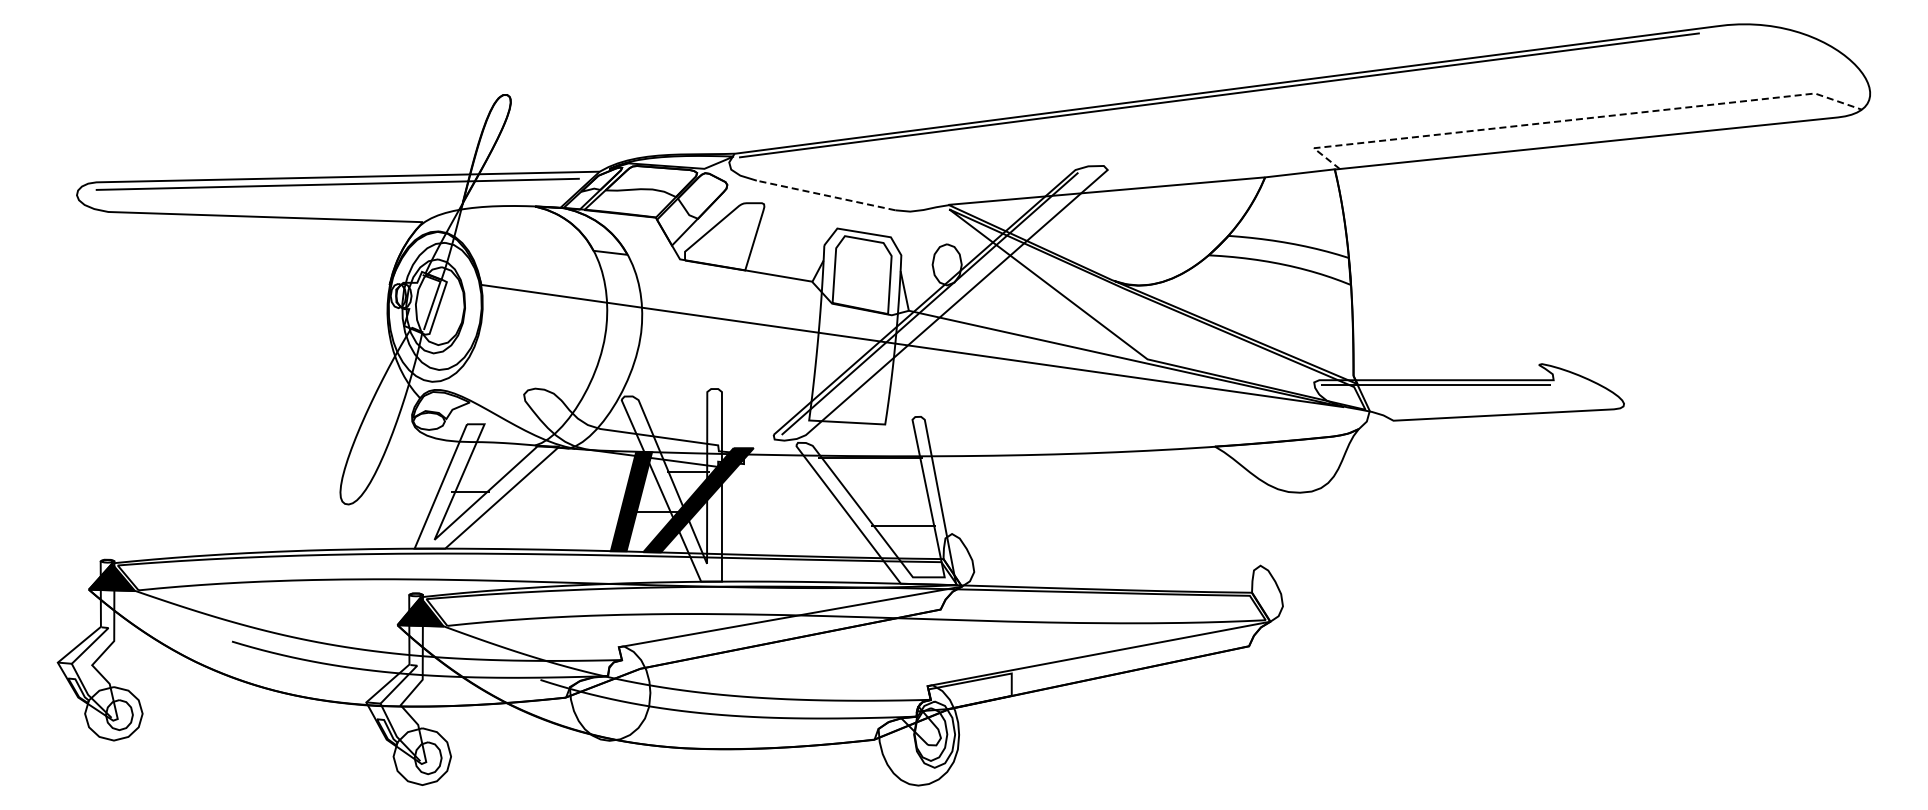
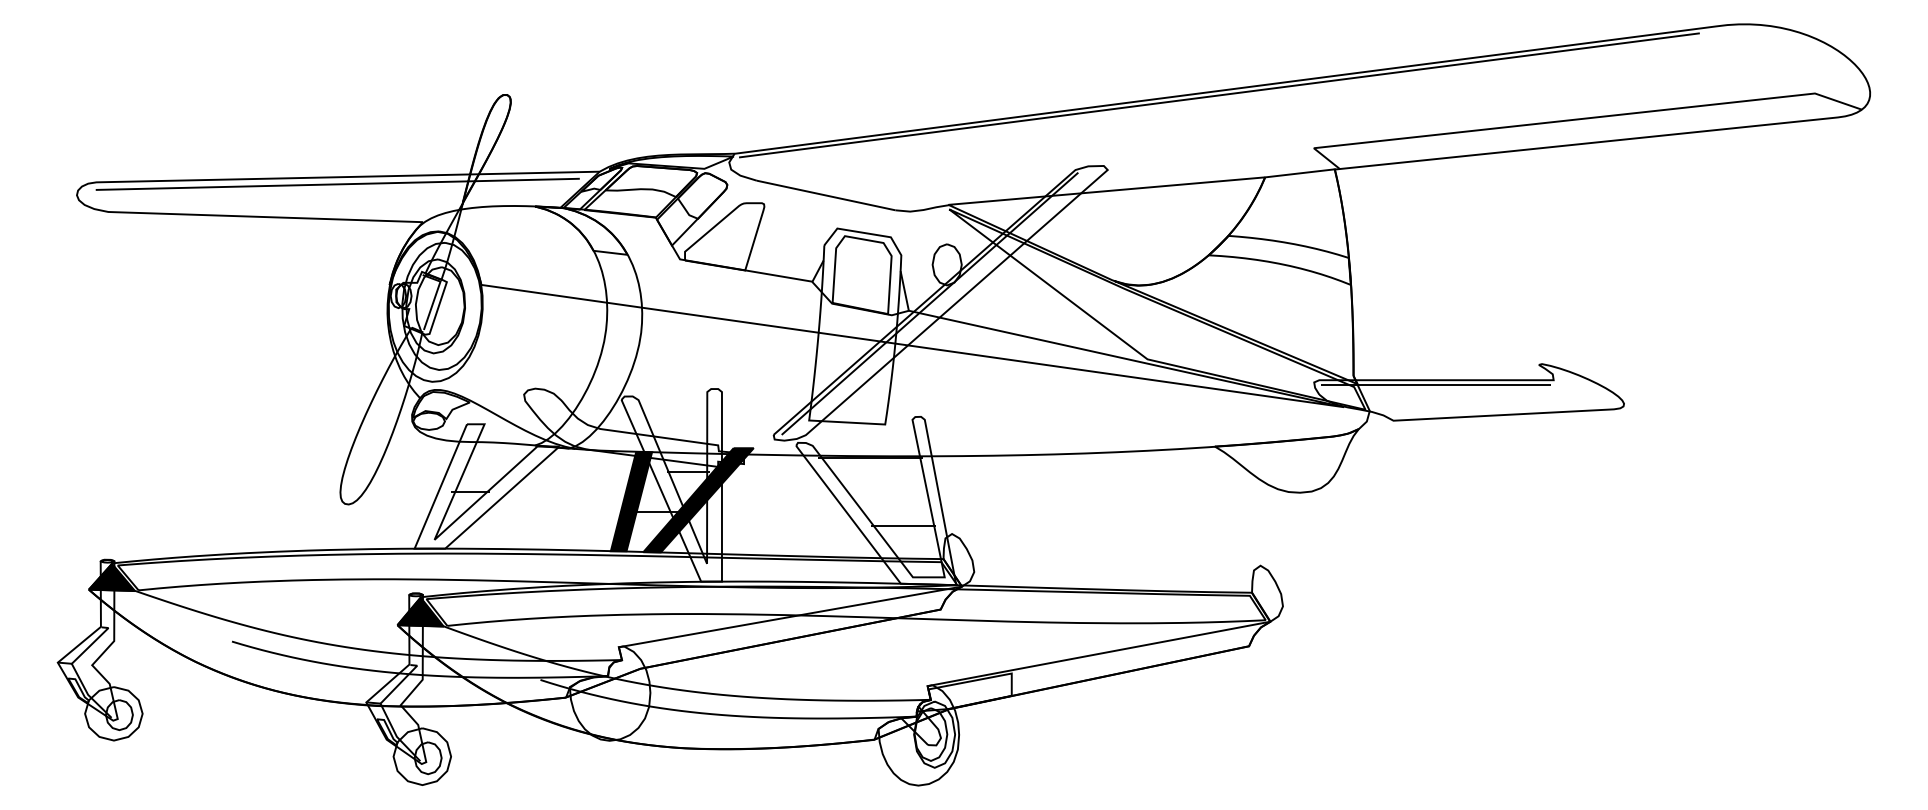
line at (1572, 119): dashed -> solid
line at (826, 195): dashed -> solid
